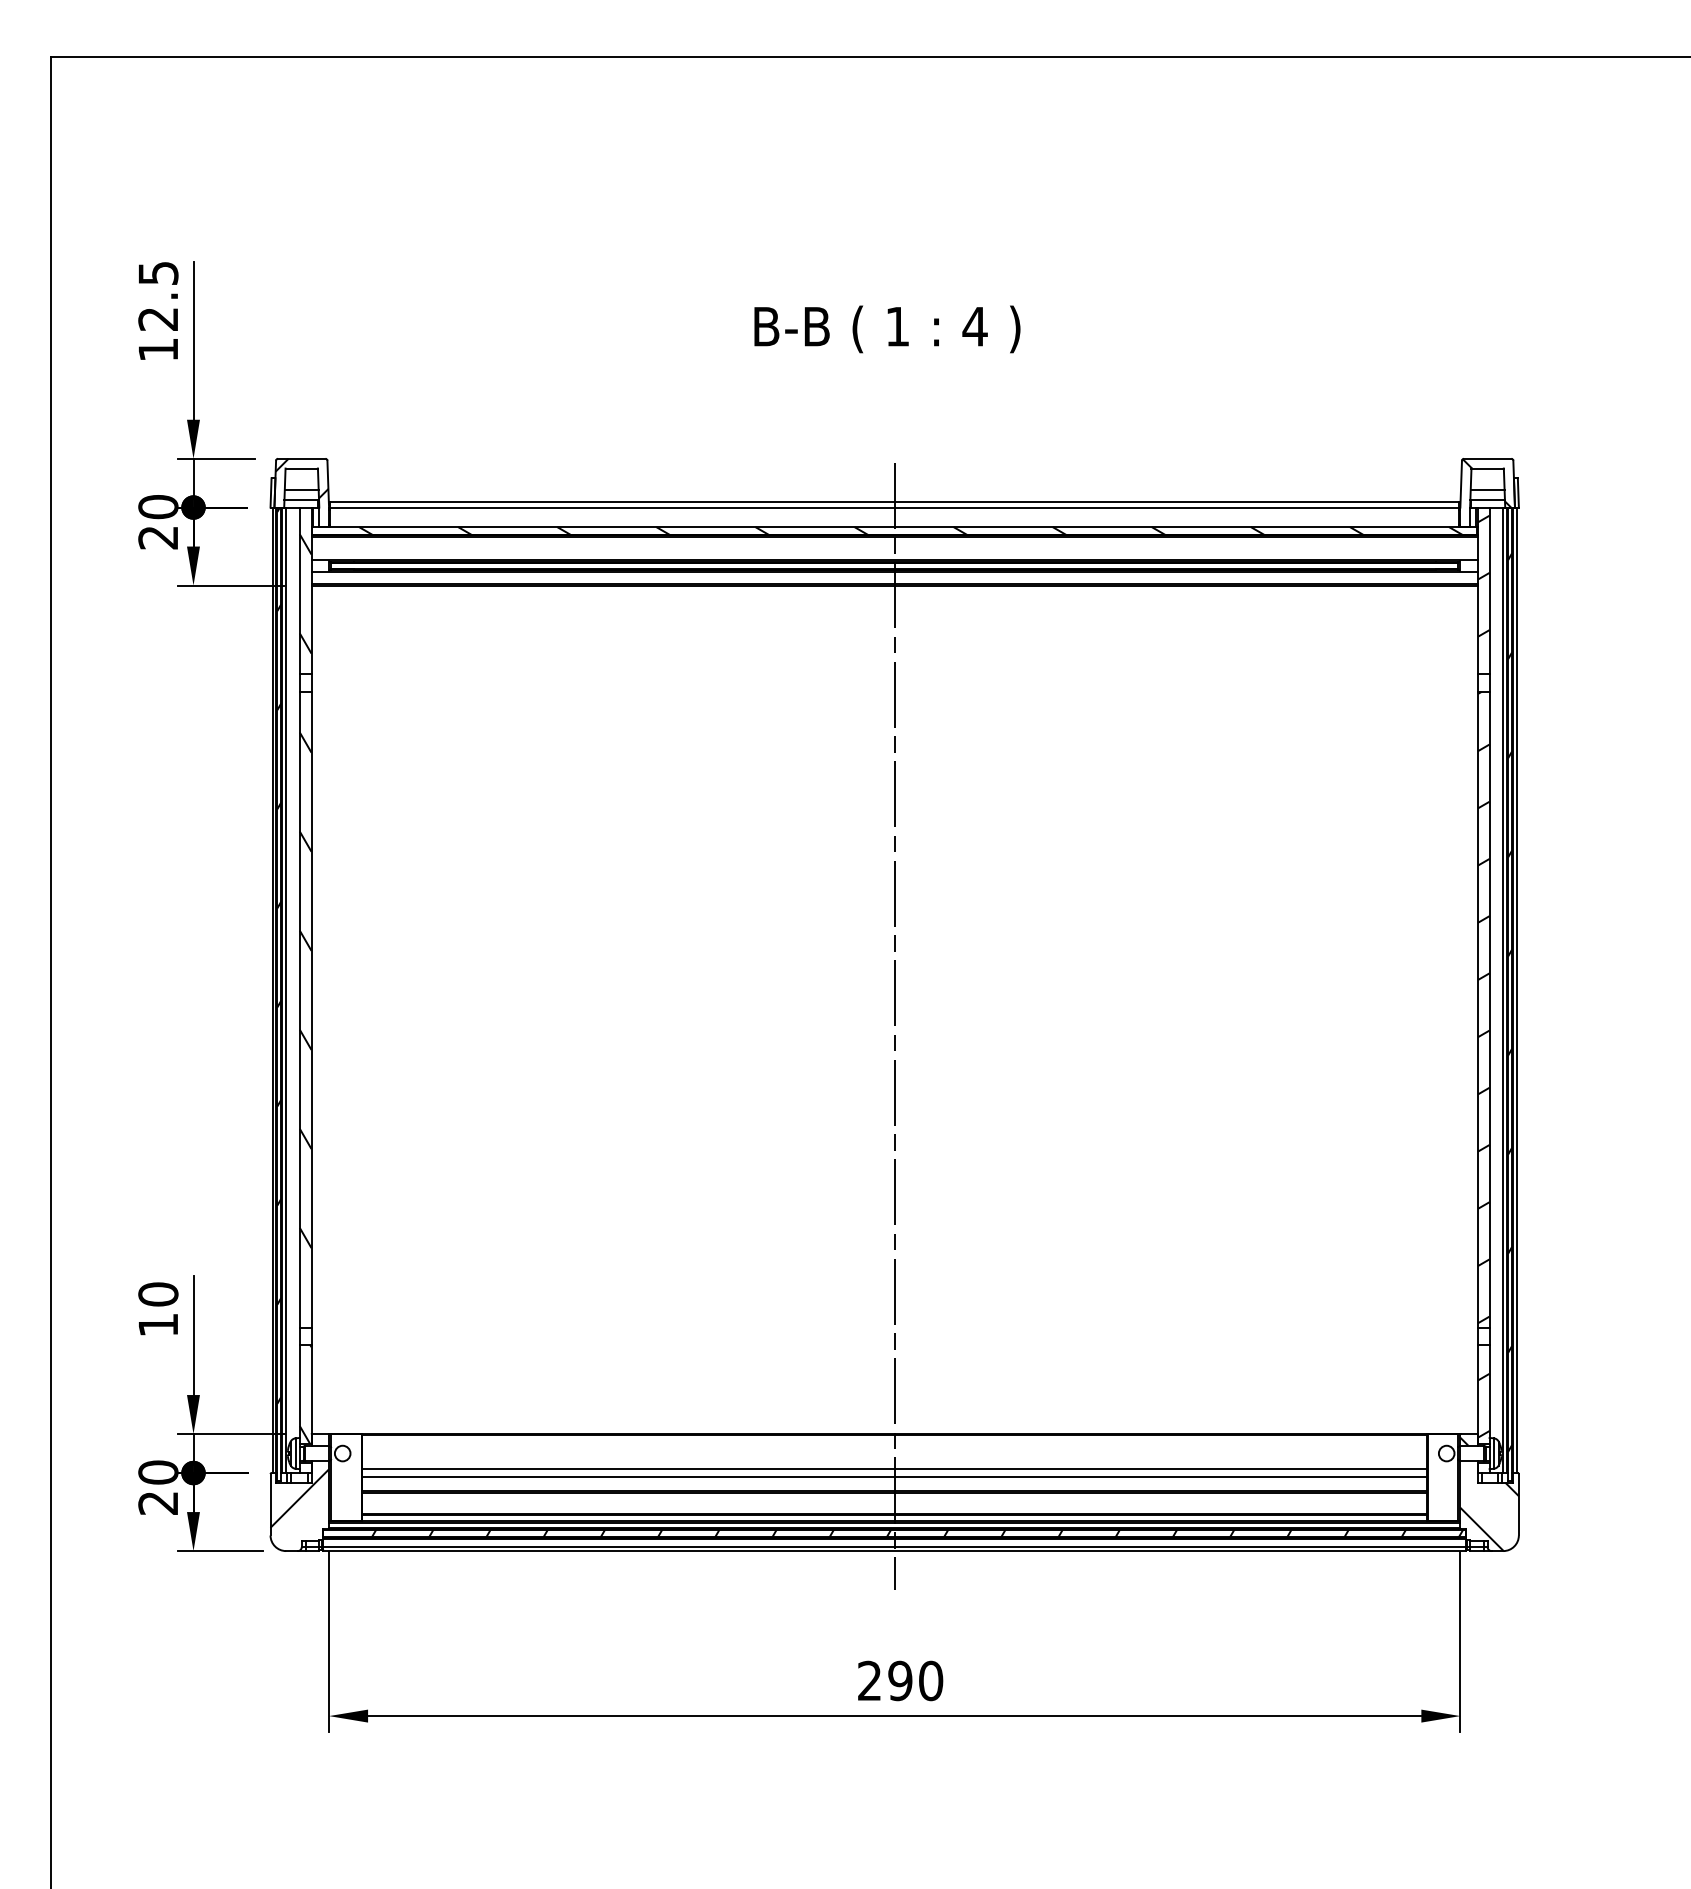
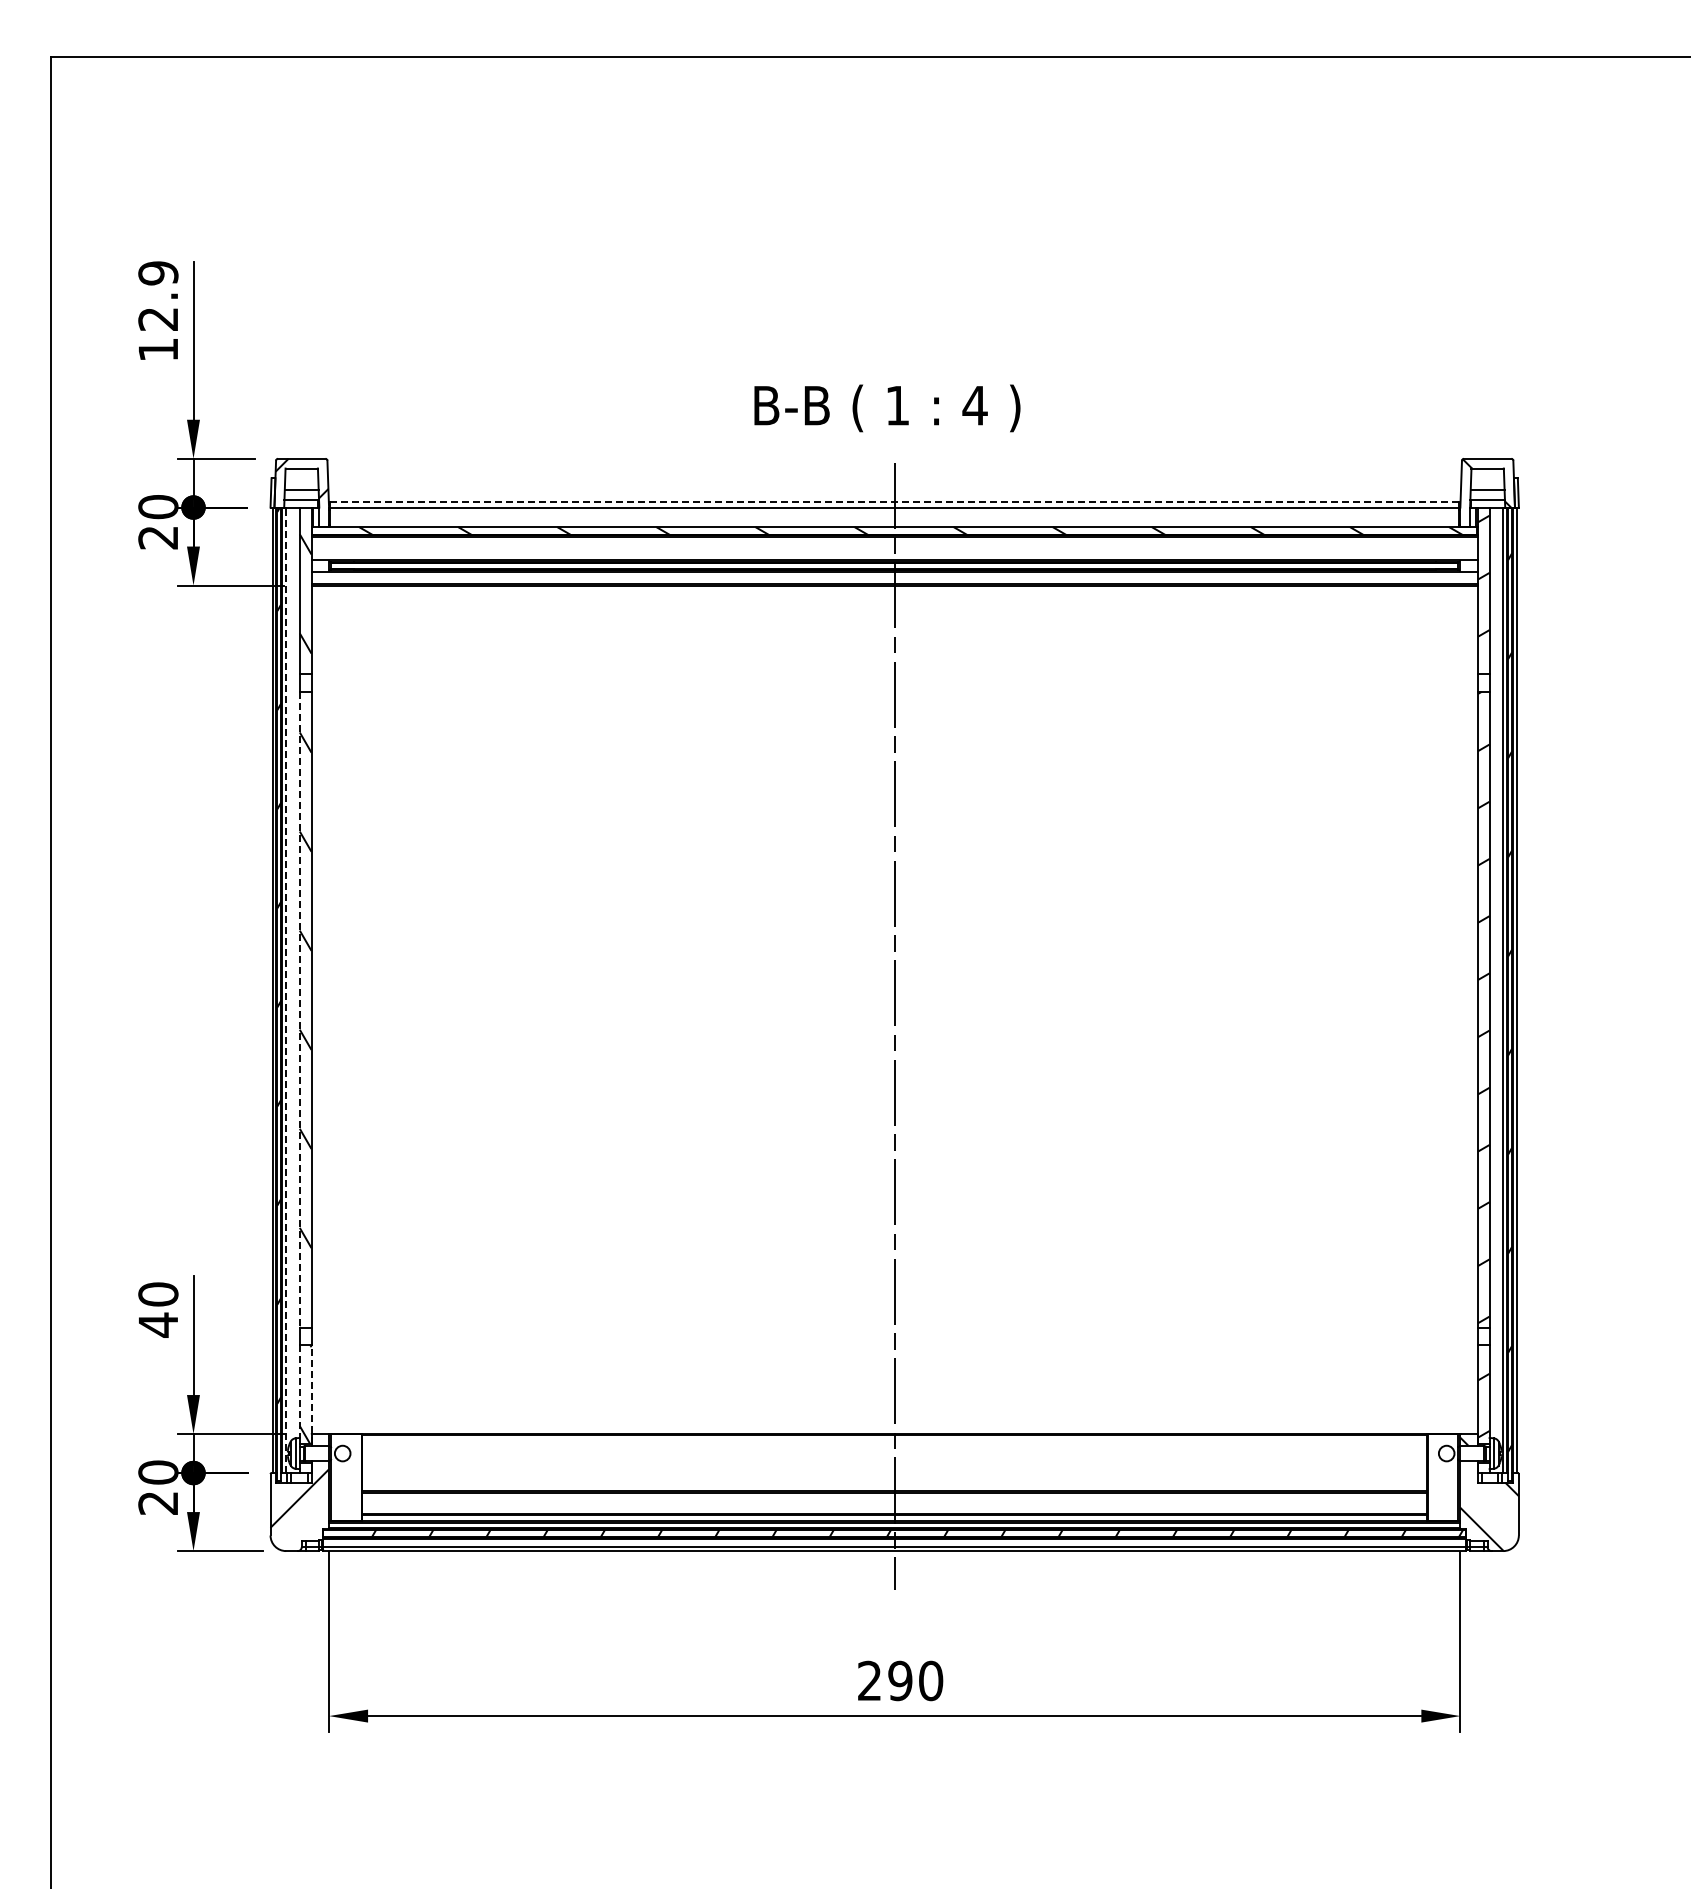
text at (158, 273): 12.5 -> 12.9
text at (887, 329) position: (887, 329) -> (887, 408)
line at (894, 501): solid -> dashed
line at (286, 990): solid -> dashed
line at (299, 1009): solid -> dashed
text at (157, 1324): 10 -> 40
line at (299, 1392): solid -> dashed
line at (311, 1394): solid -> dashed
line at (894, 1469): present -> none
line at (894, 1476): present -> none
